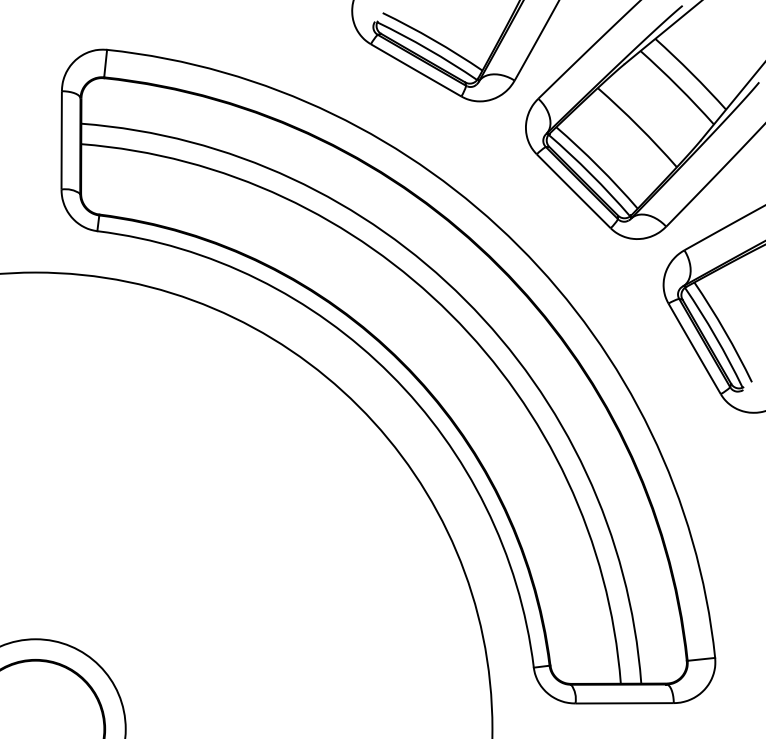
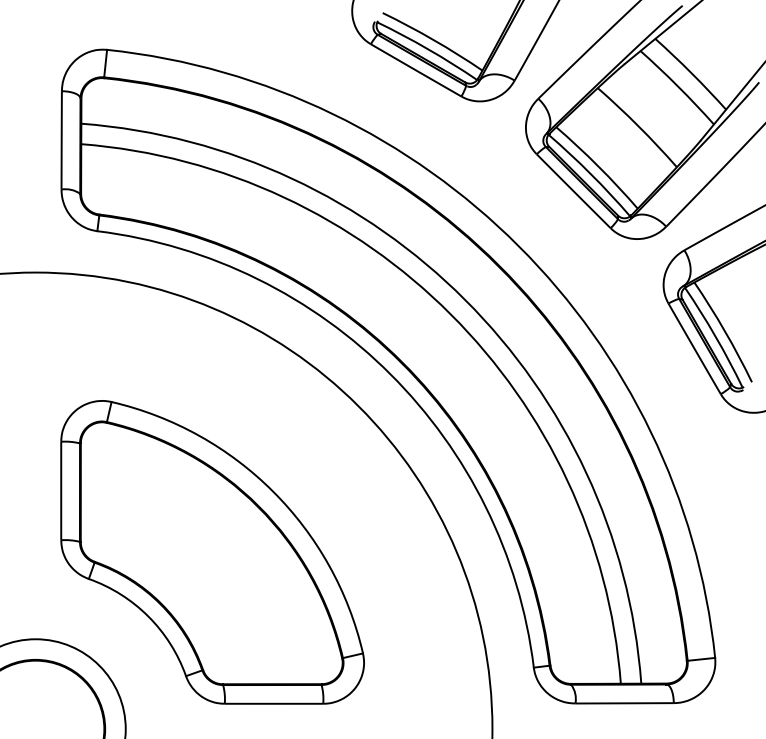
part at (212, 552): none -> present
